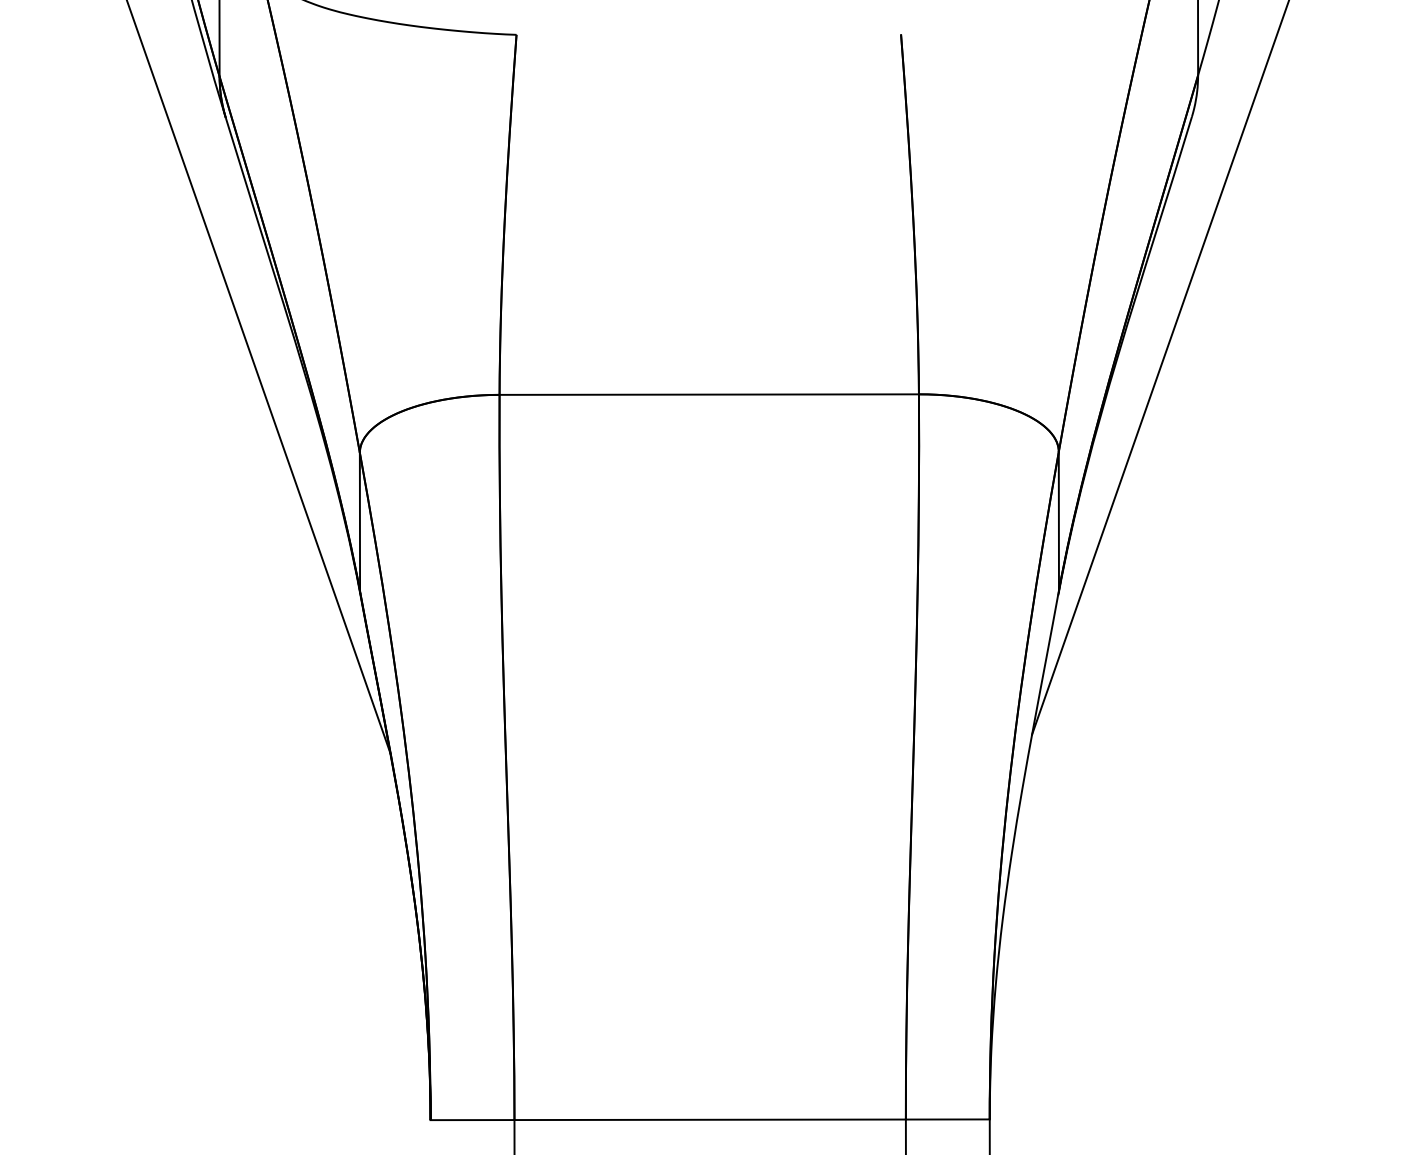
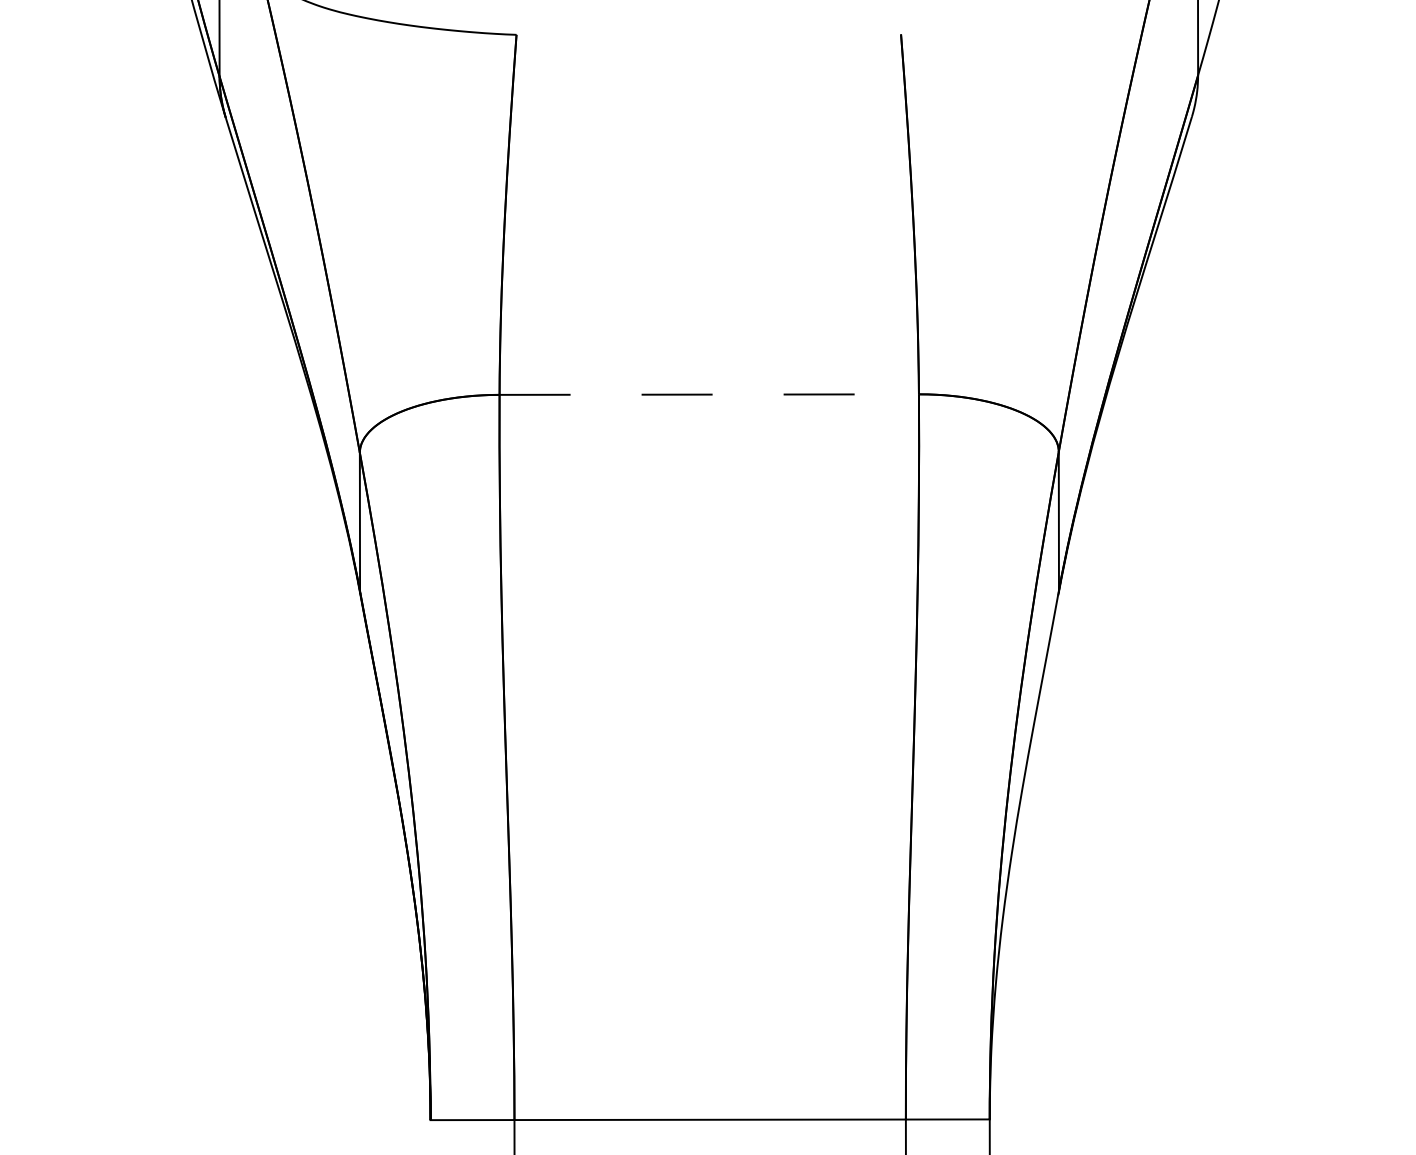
line at (1160, 368): present -> none
line at (258, 377): present -> none
line at (709, 394): solid -> dashed
